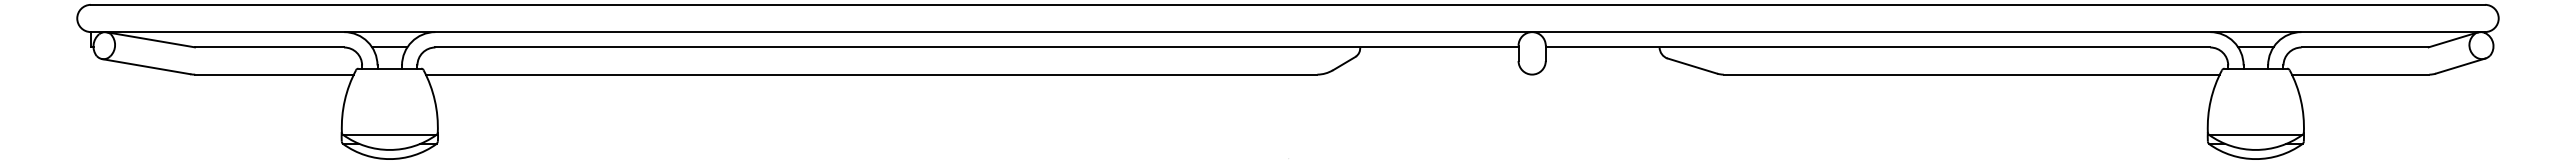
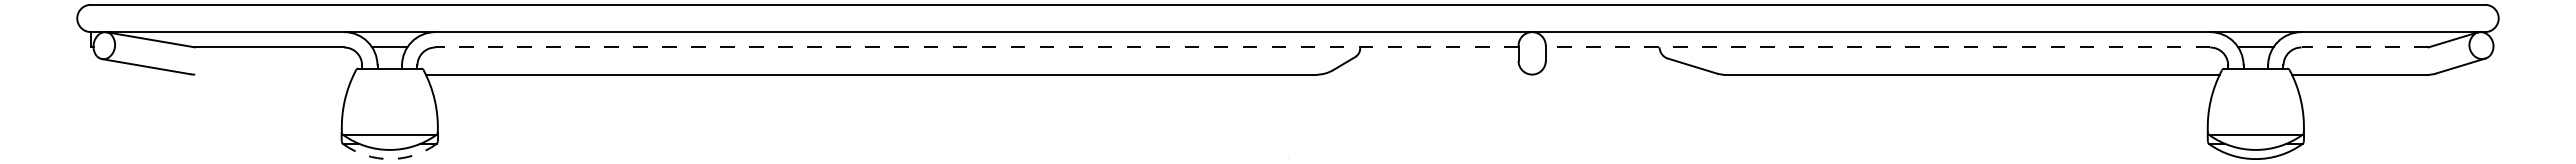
line at (976, 47): solid -> dashed
line at (1877, 47): solid -> dashed
line at (2365, 47): solid -> dashed
line at (274, 74): present -> none
arc at (389, 159): solid -> dashed
